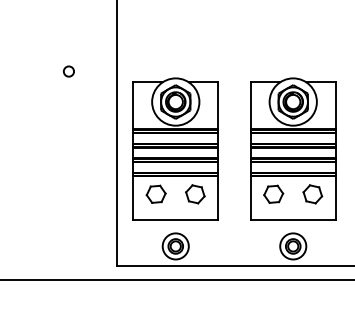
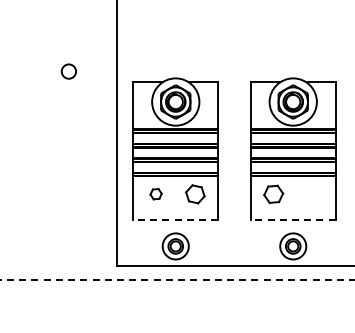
circle at (68, 71) size: 12x13 px -> 17x17 px
part at (155, 193) size: 22x20 px -> 14x13 px
part at (312, 194): present -> none
line at (175, 219): solid -> dashed
line at (292, 219): solid -> dashed
line at (177, 280): solid -> dashed
